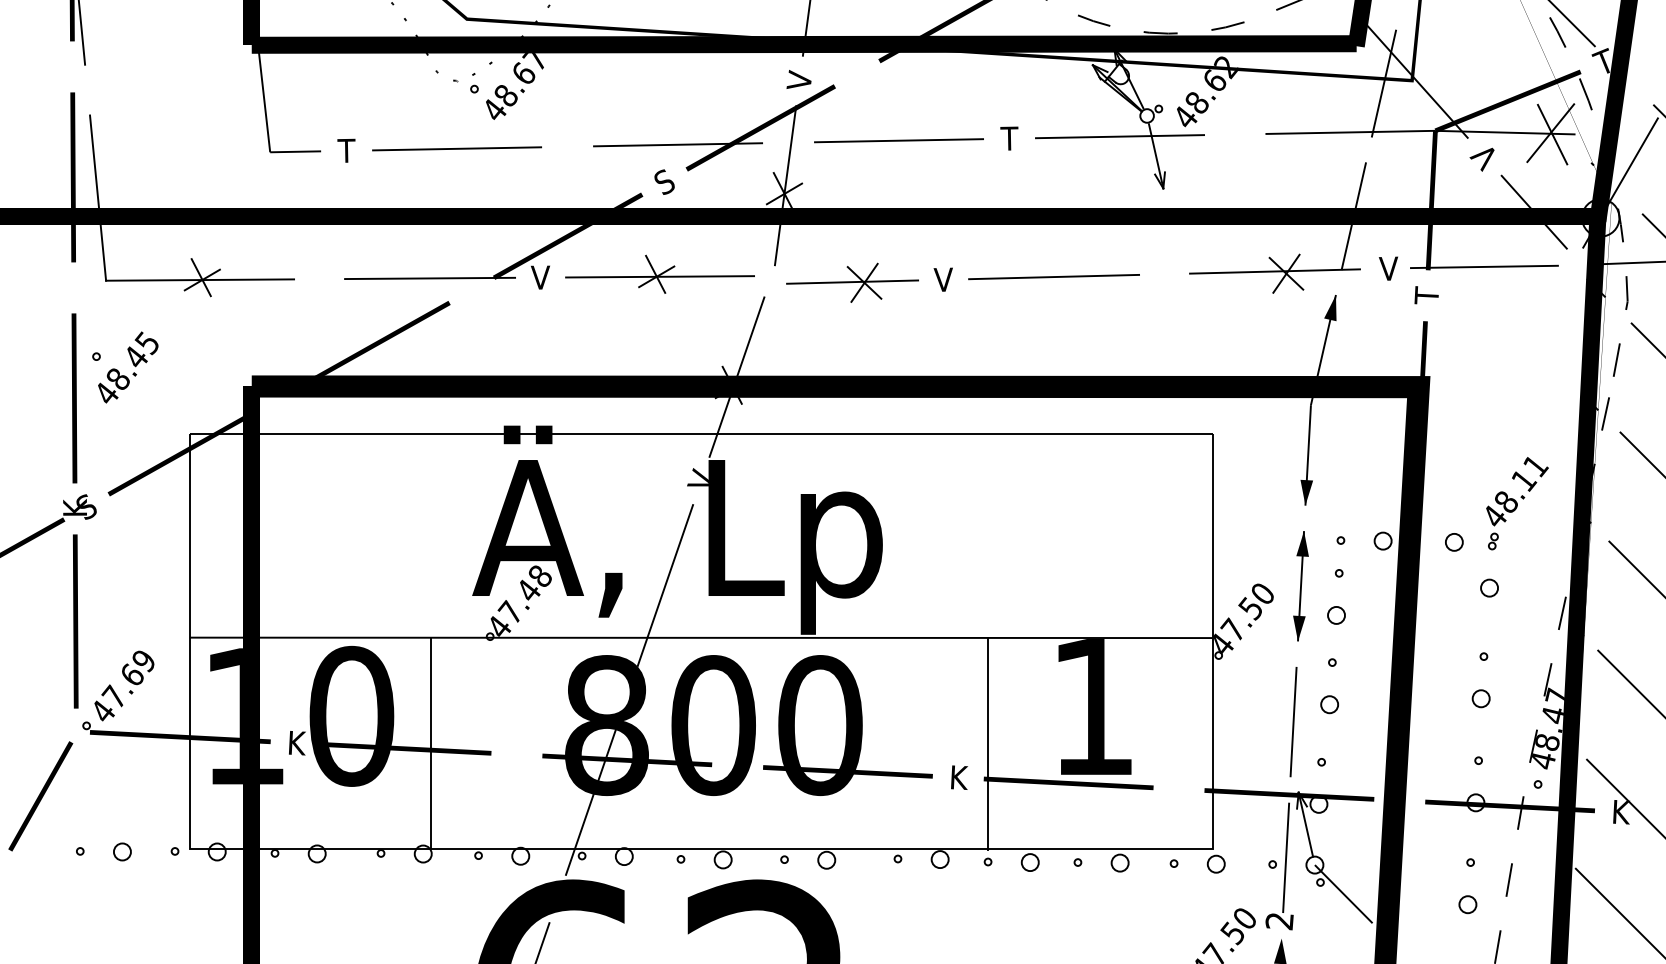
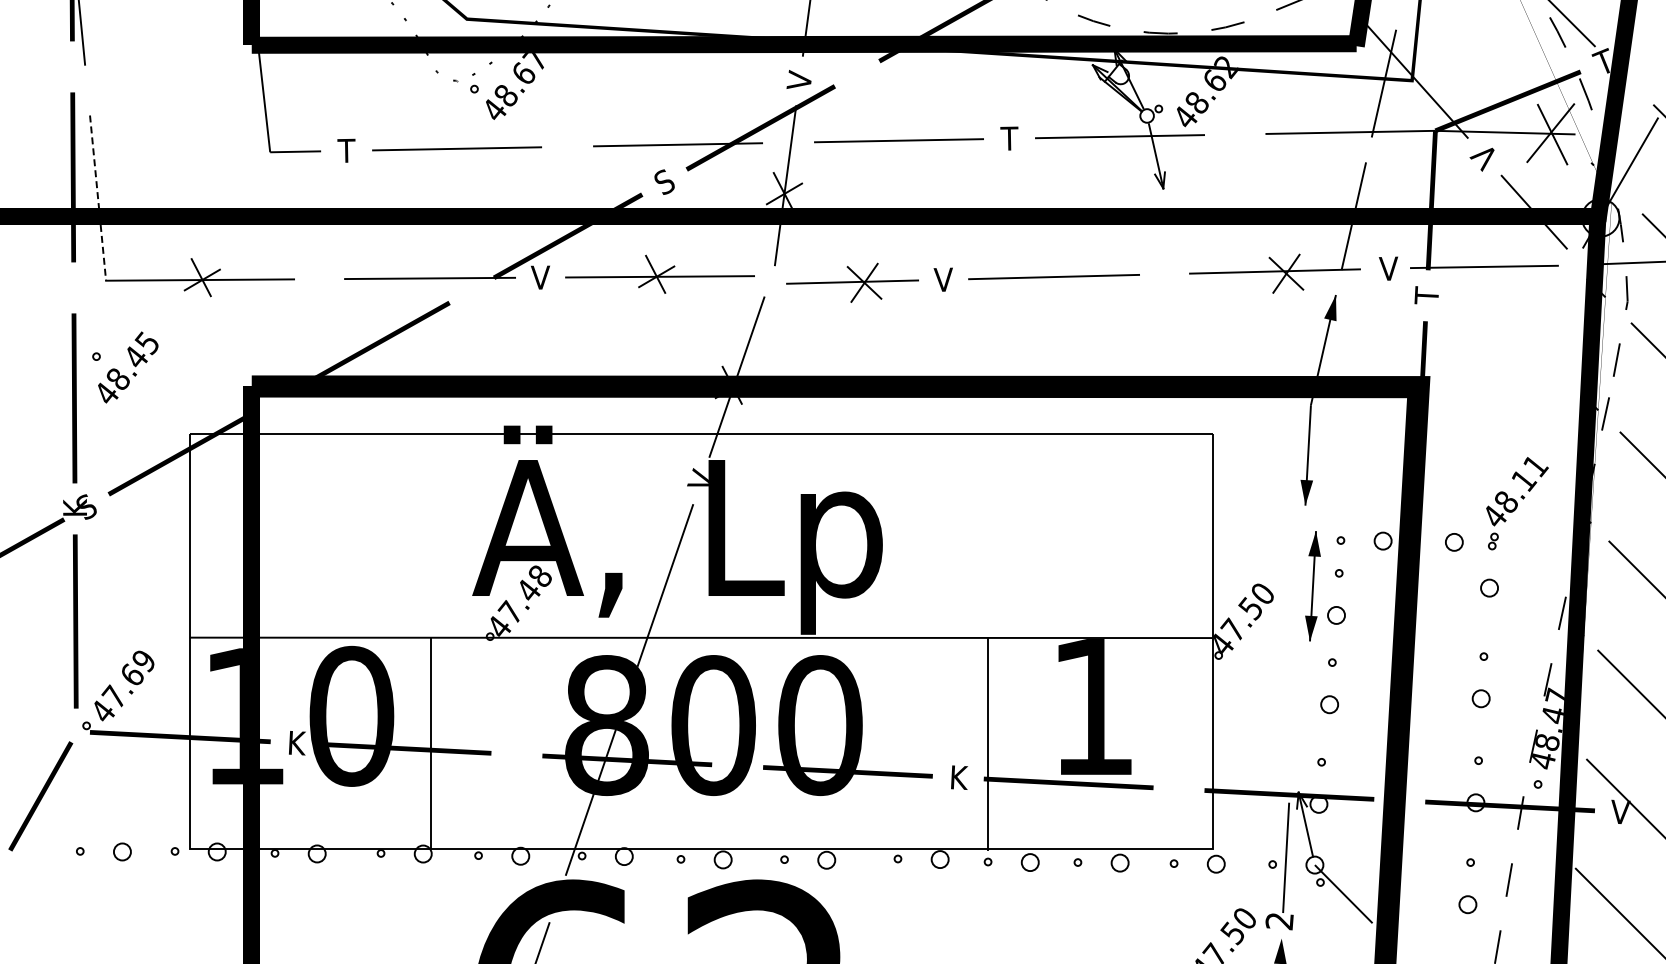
line at (98, 198): solid -> dashed
part at (1300, 586) position: (1300, 586) -> (1312, 586)
line at (1293, 721): present -> none
text at (1620, 811): K -> V
